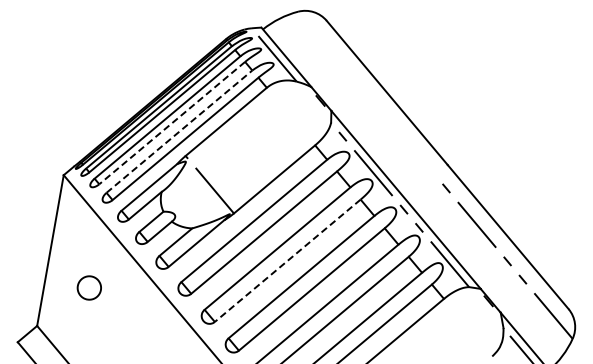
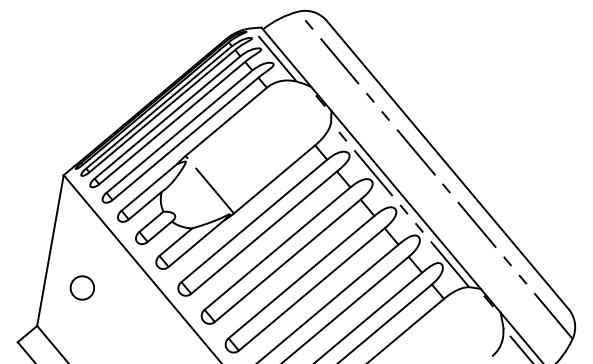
line at (370, 97): none -> present
line at (171, 123): dashed -> solid
line at (179, 131): dashed -> solid
line at (287, 261): dashed -> solid
part at (88, 287) position: (88, 287) -> (81, 287)
